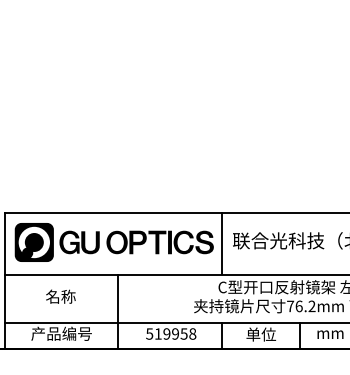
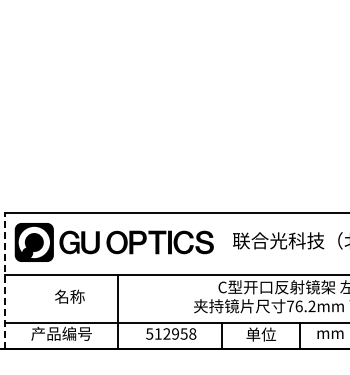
line at (222, 243): present -> none
line at (5, 280): solid -> dashed
text at (60, 296) position: (60, 296) -> (69, 296)
text at (166, 334): 519958 -> 512958
